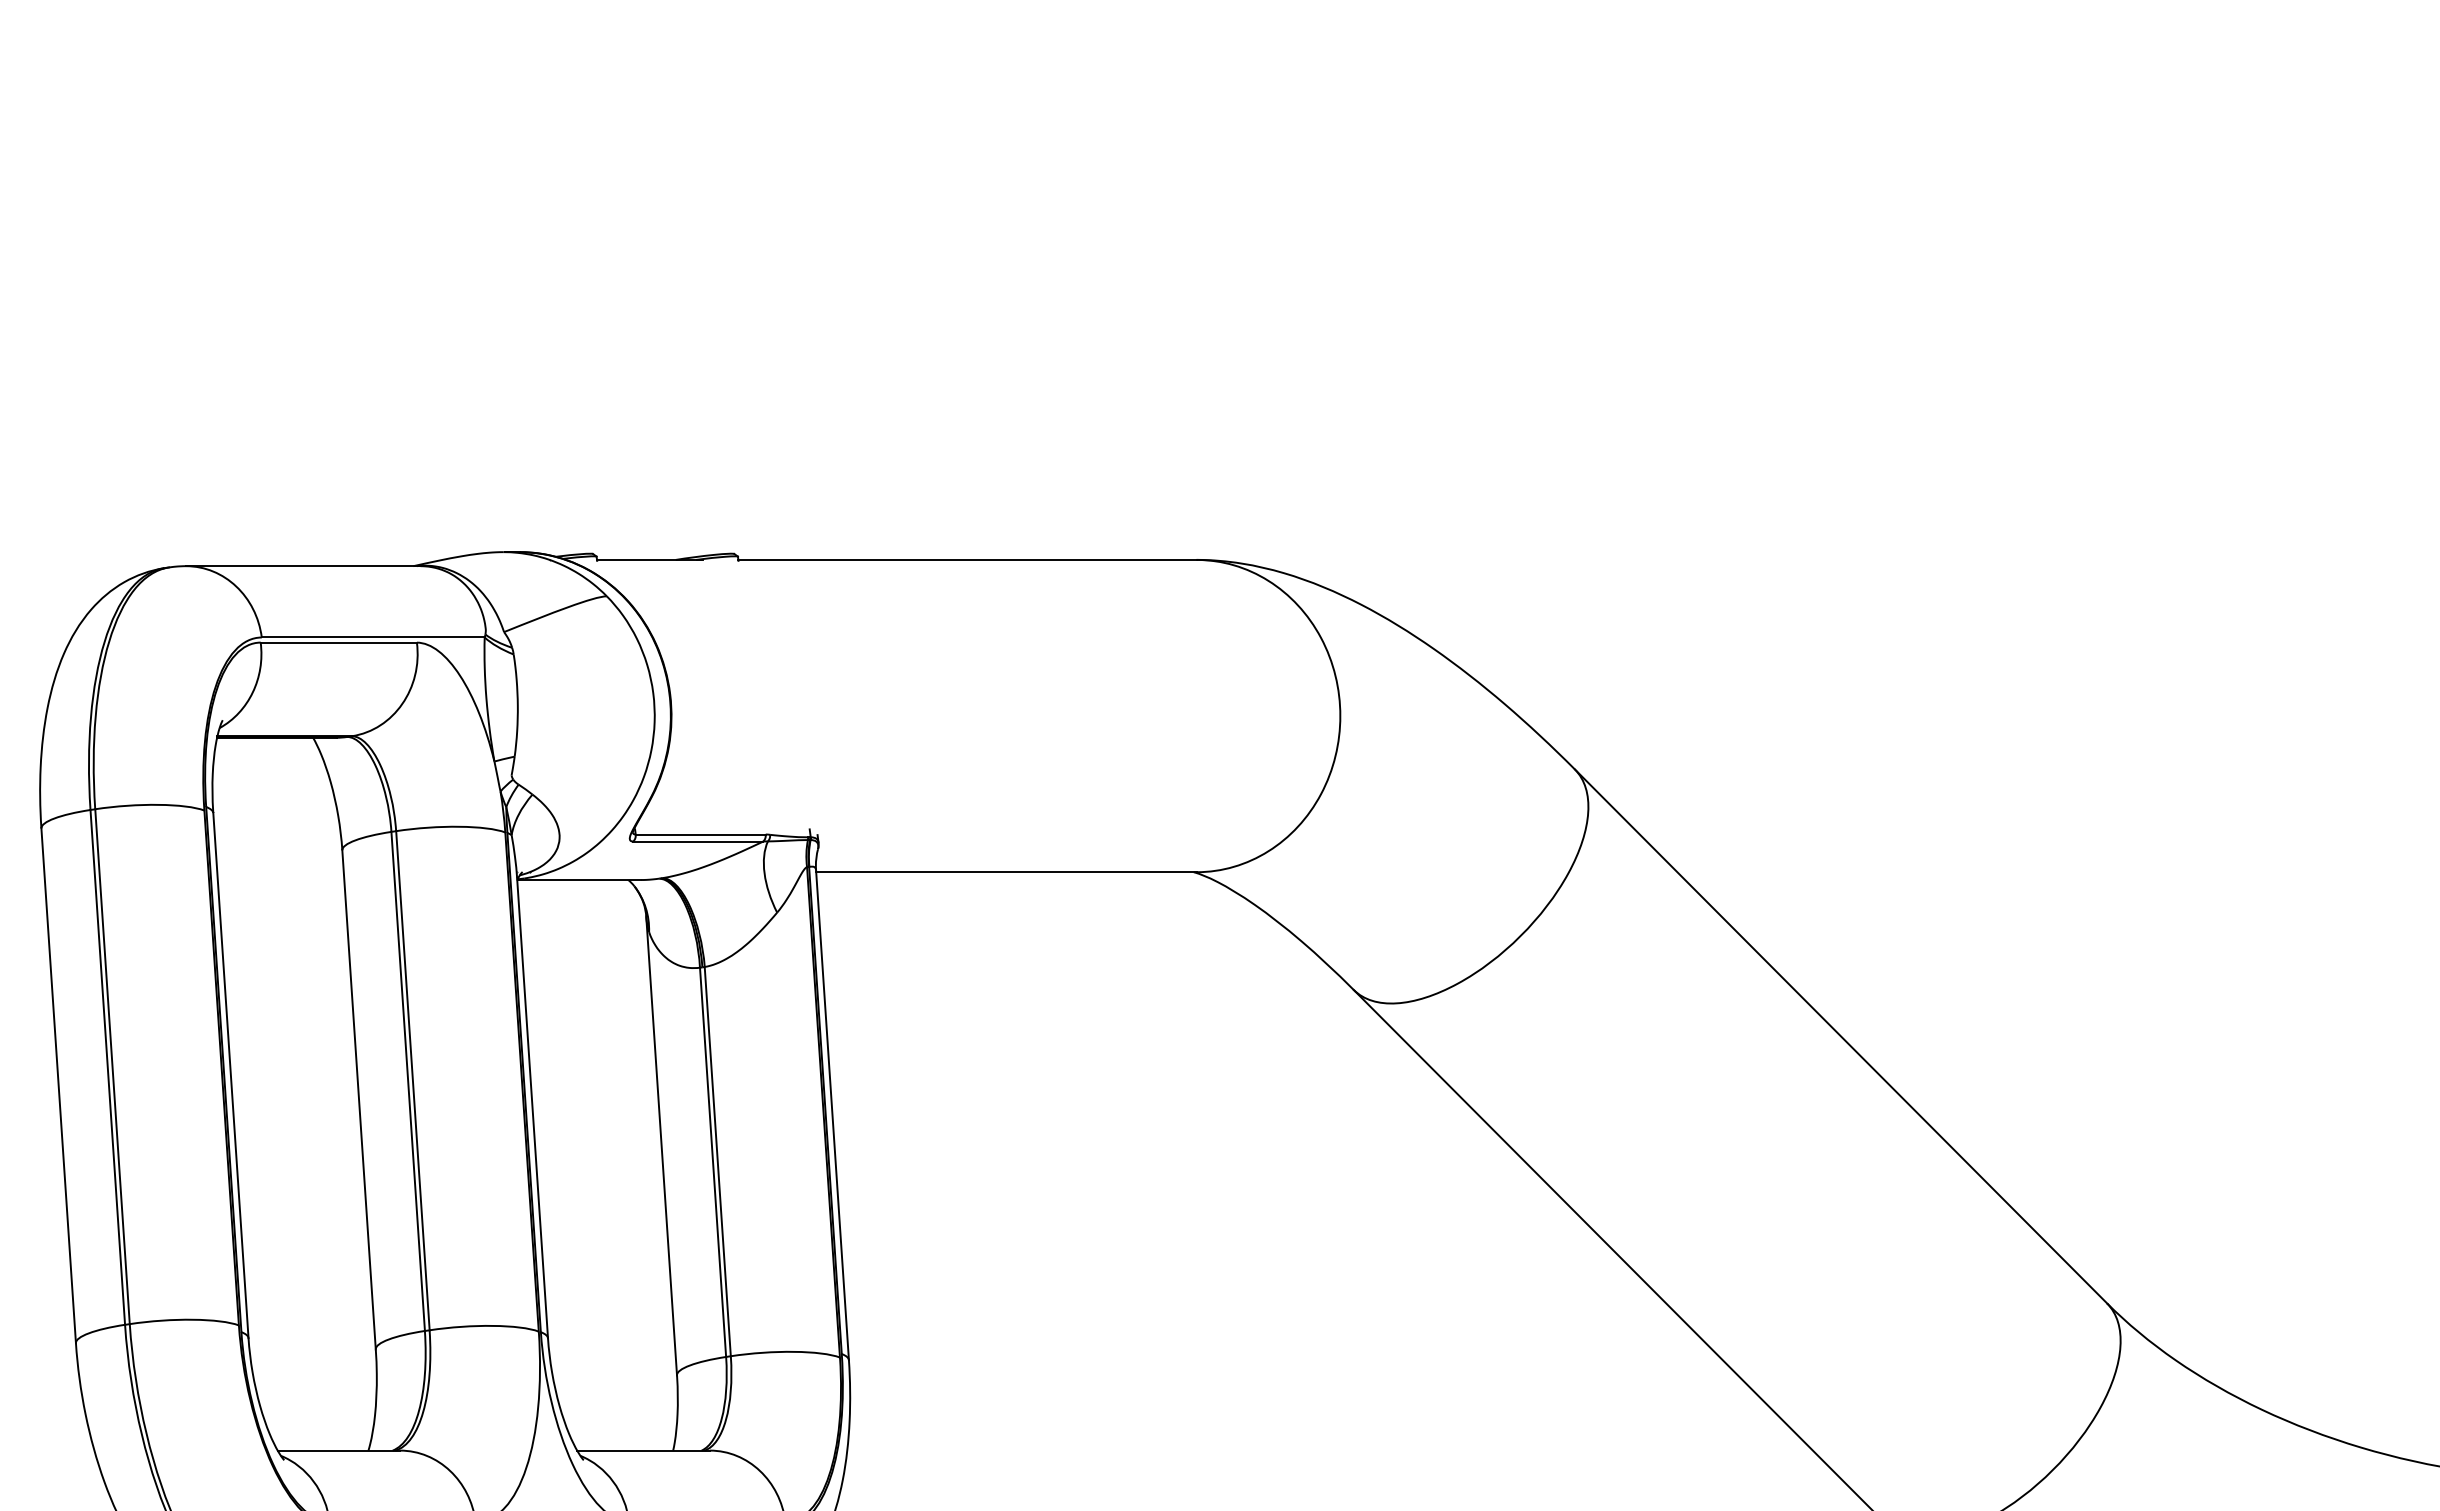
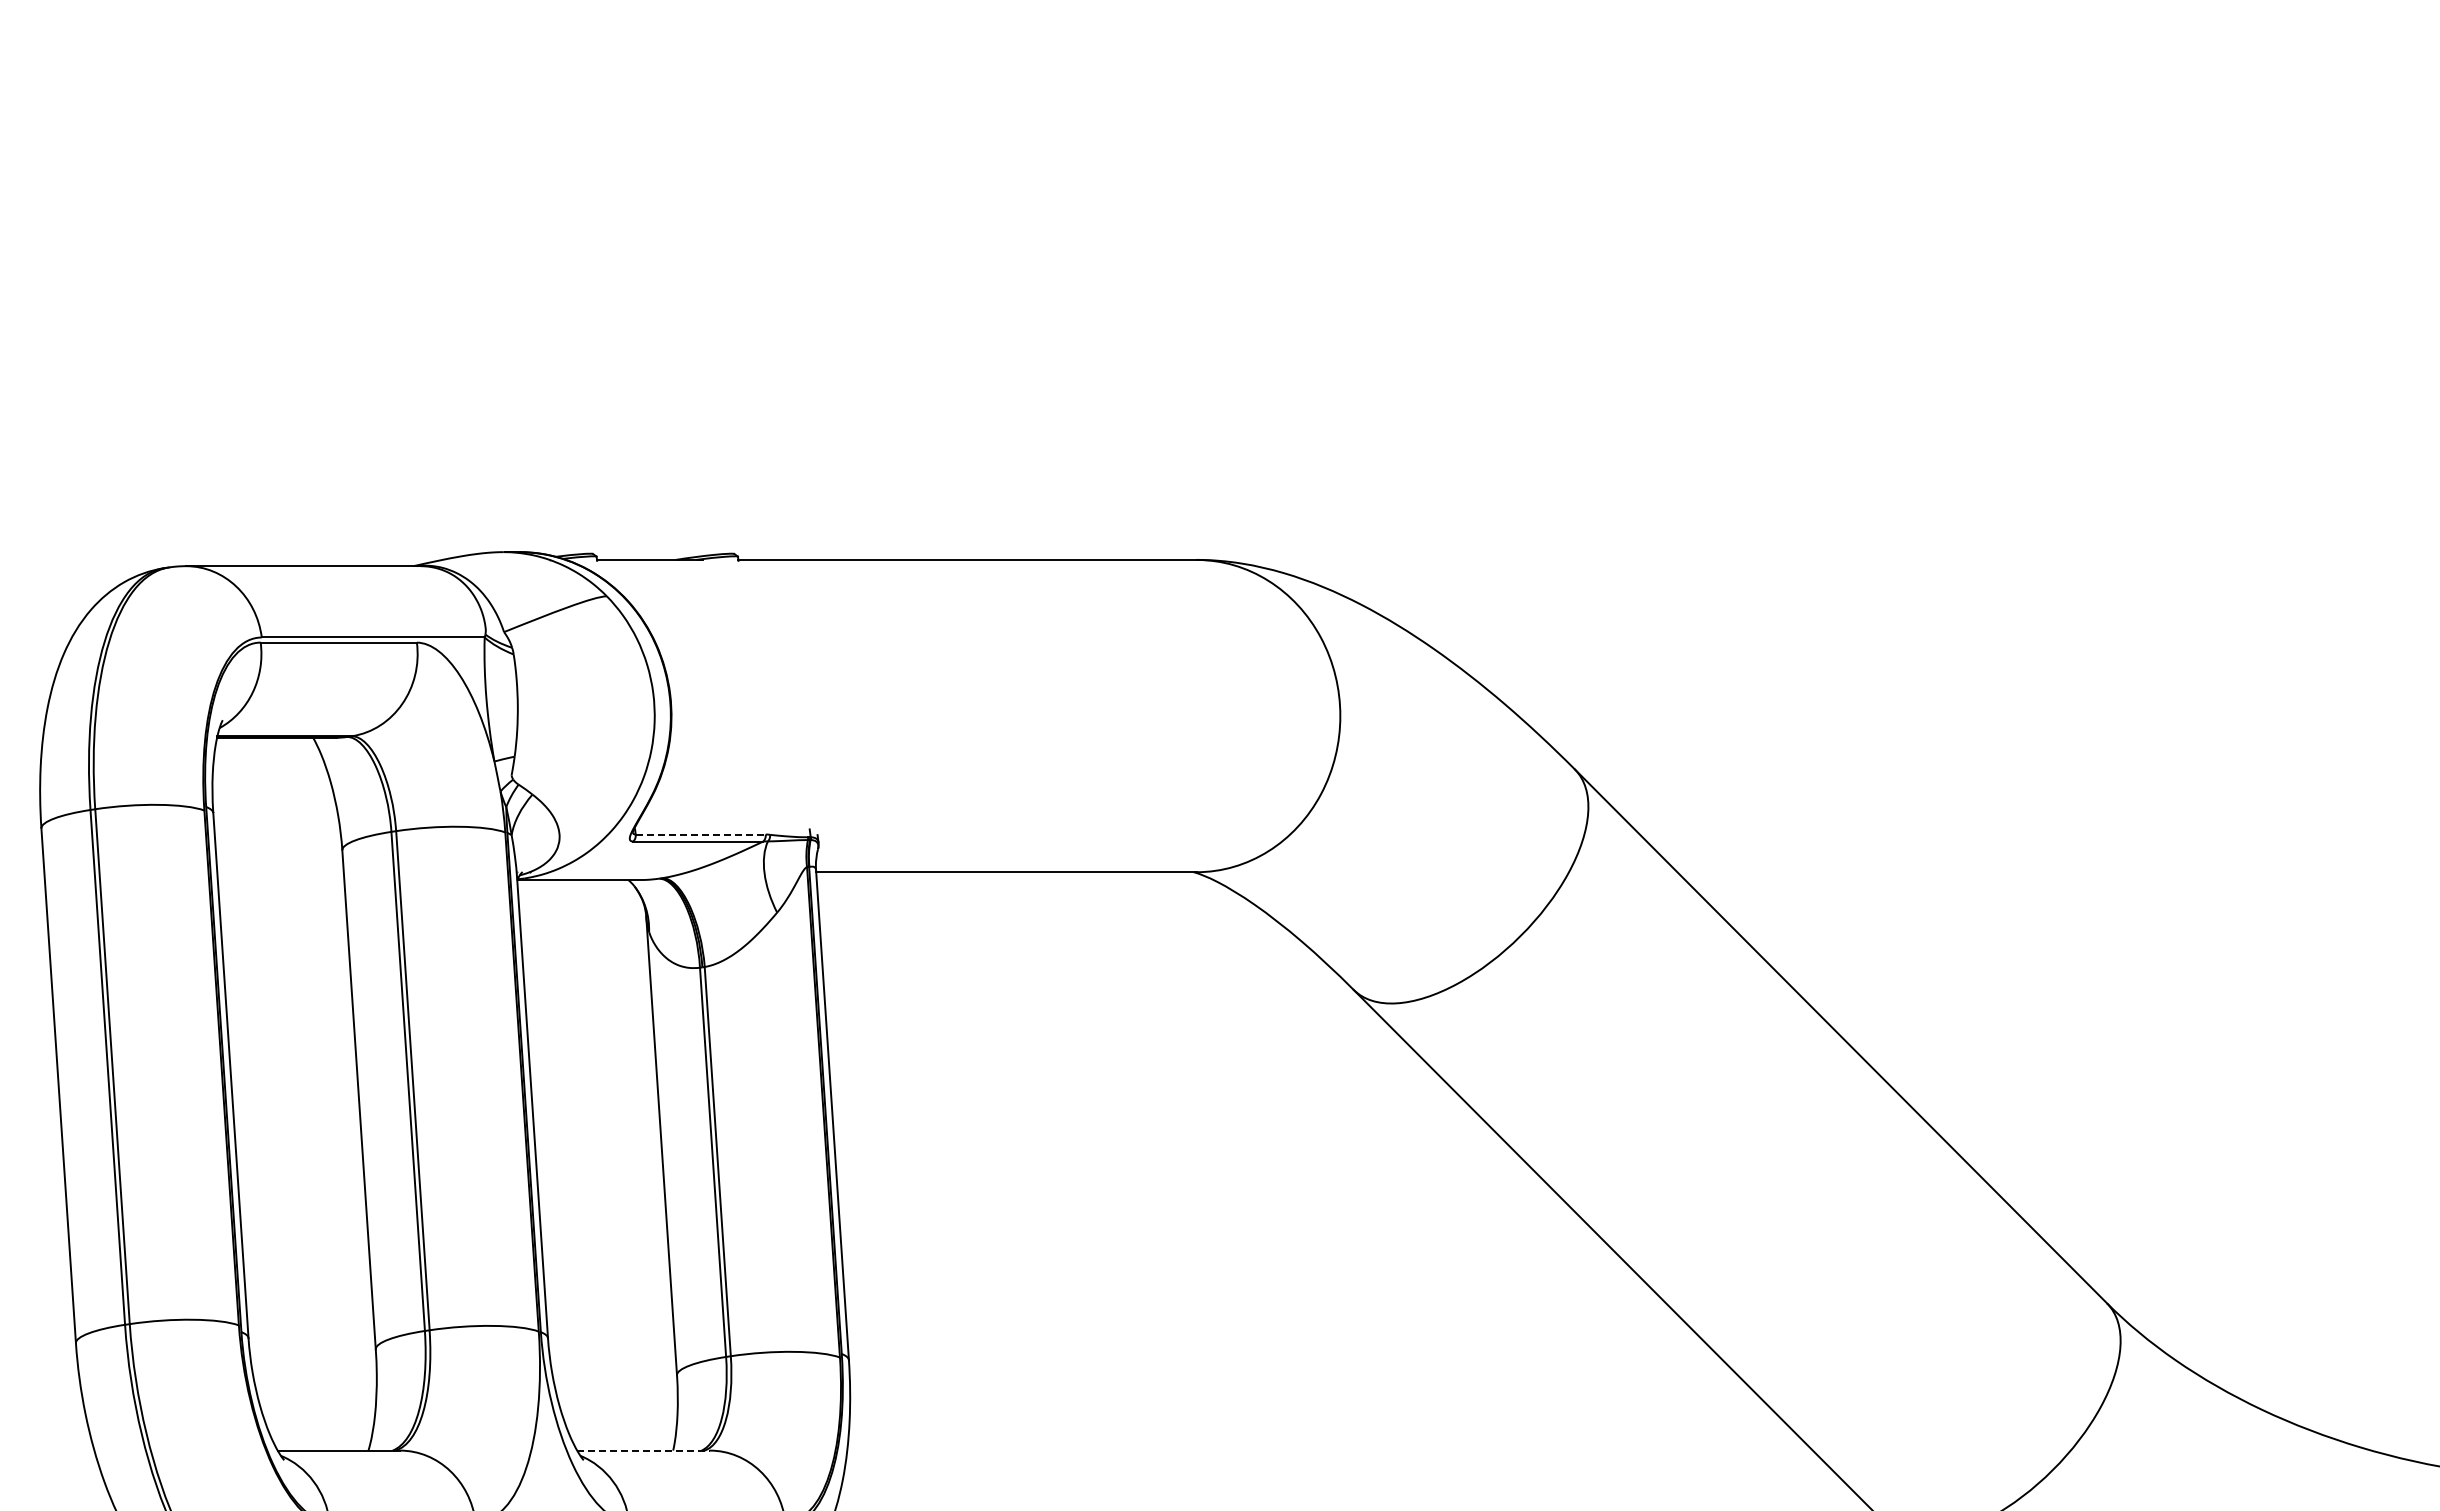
line at (701, 834): solid -> dashed
line at (644, 1450): solid -> dashed
